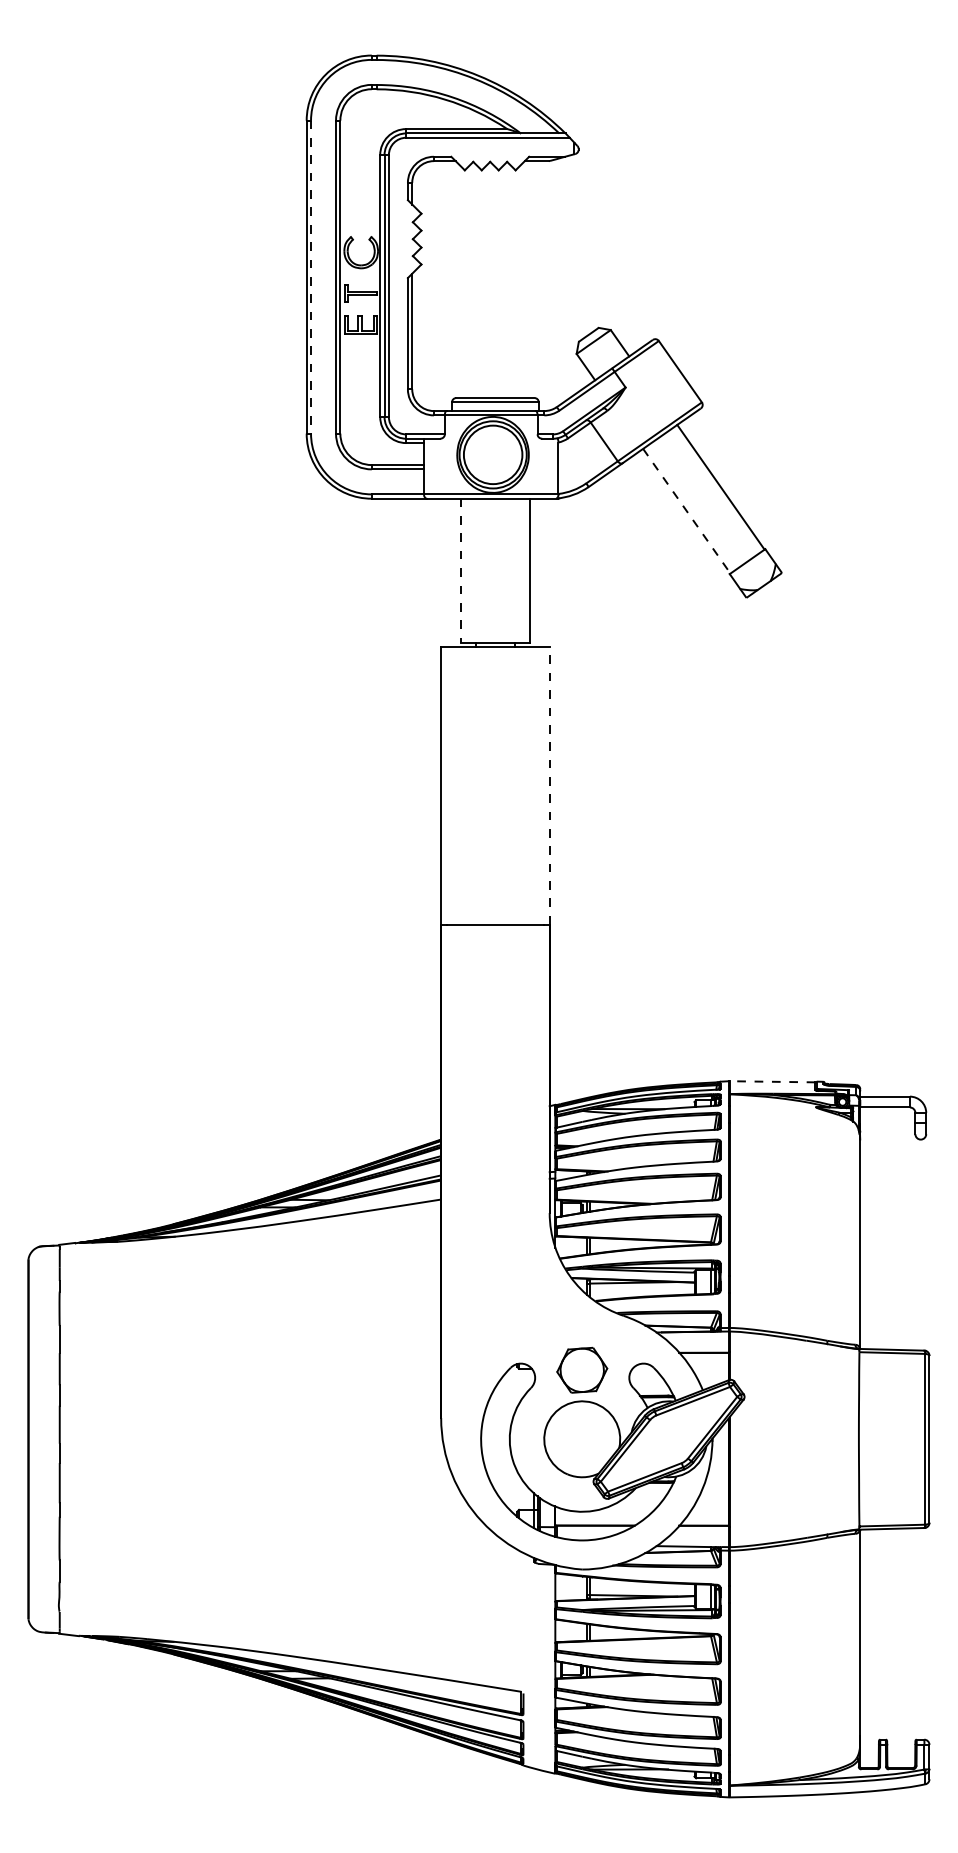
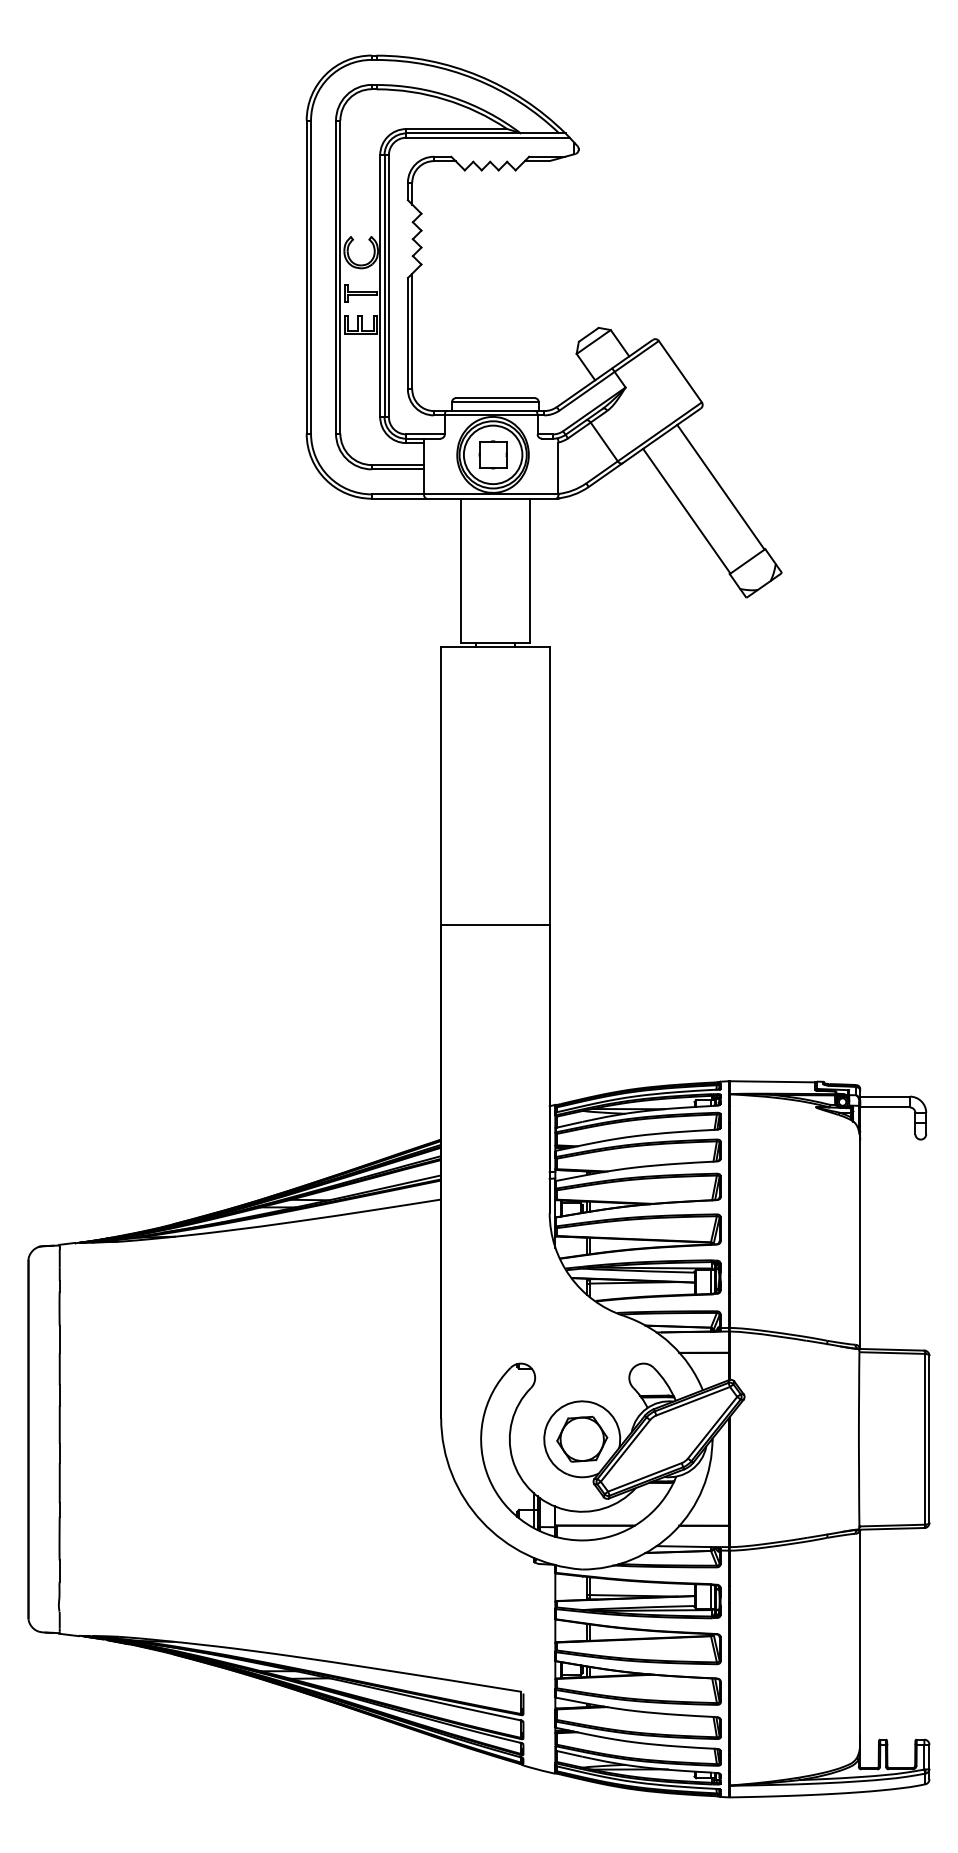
line at (311, 277): dashed -> solid
part at (492, 454): none -> present
line at (687, 511): dashed -> solid
line at (461, 571): dashed -> solid
line at (549, 785): dashed -> solid
line at (772, 1081): dashed -> solid
part at (582, 1369) position: (582, 1369) -> (582, 1438)
